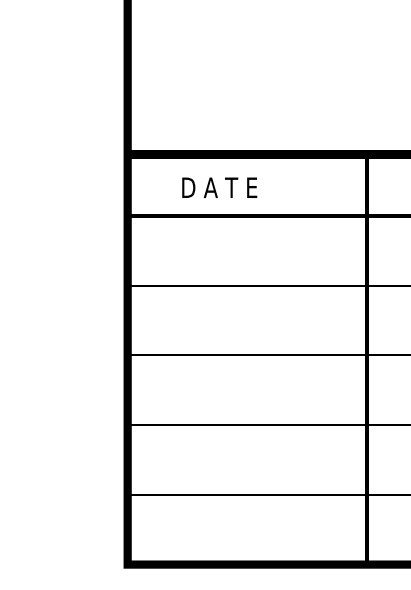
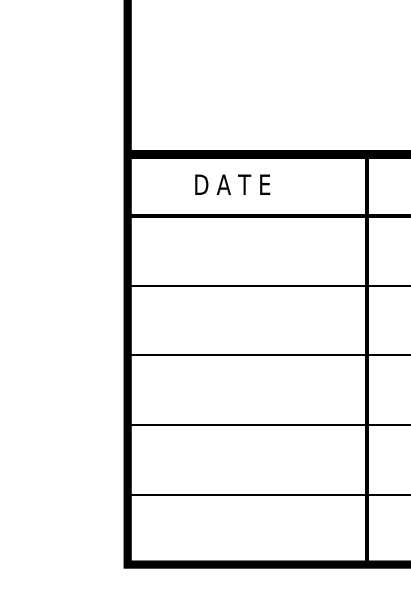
text at (219, 187) position: (219, 187) -> (232, 184)
